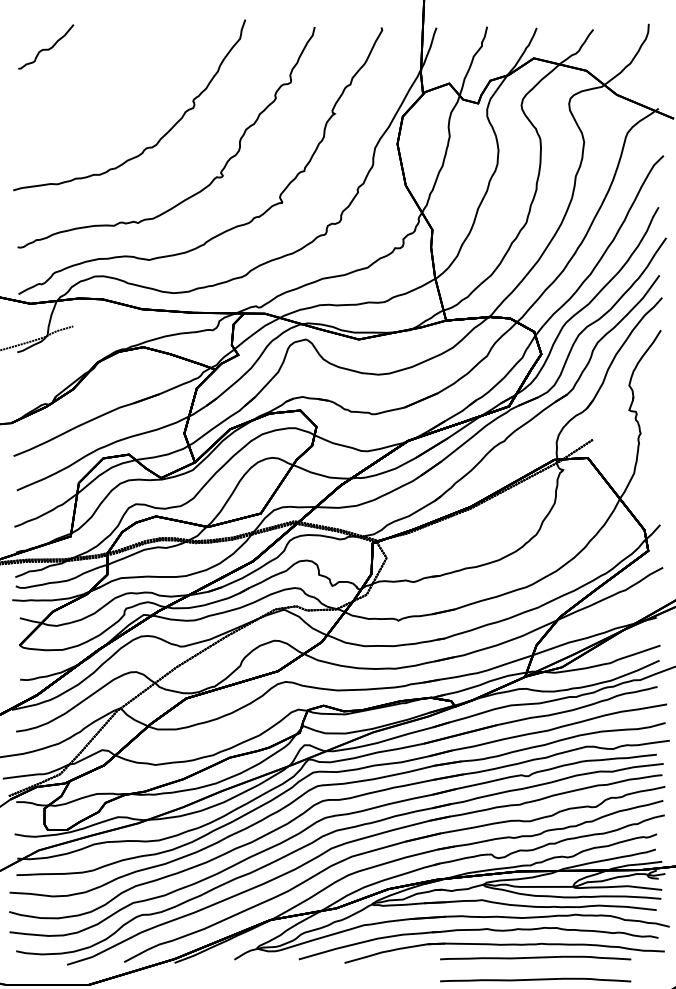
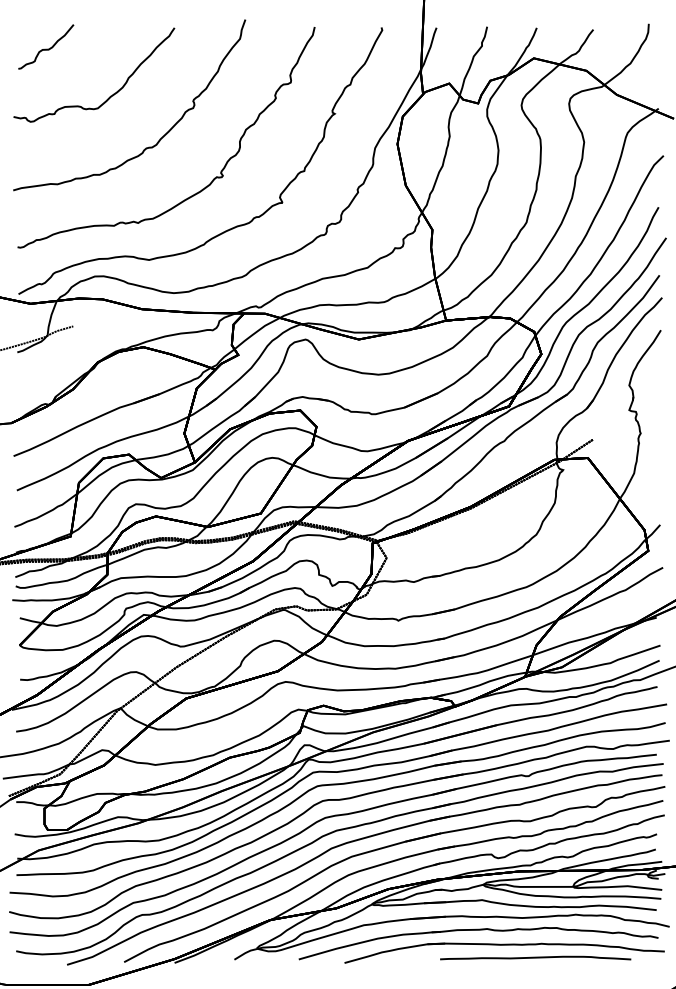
curve at (110, 95): none -> present
curve at (535, 979): present -> none
